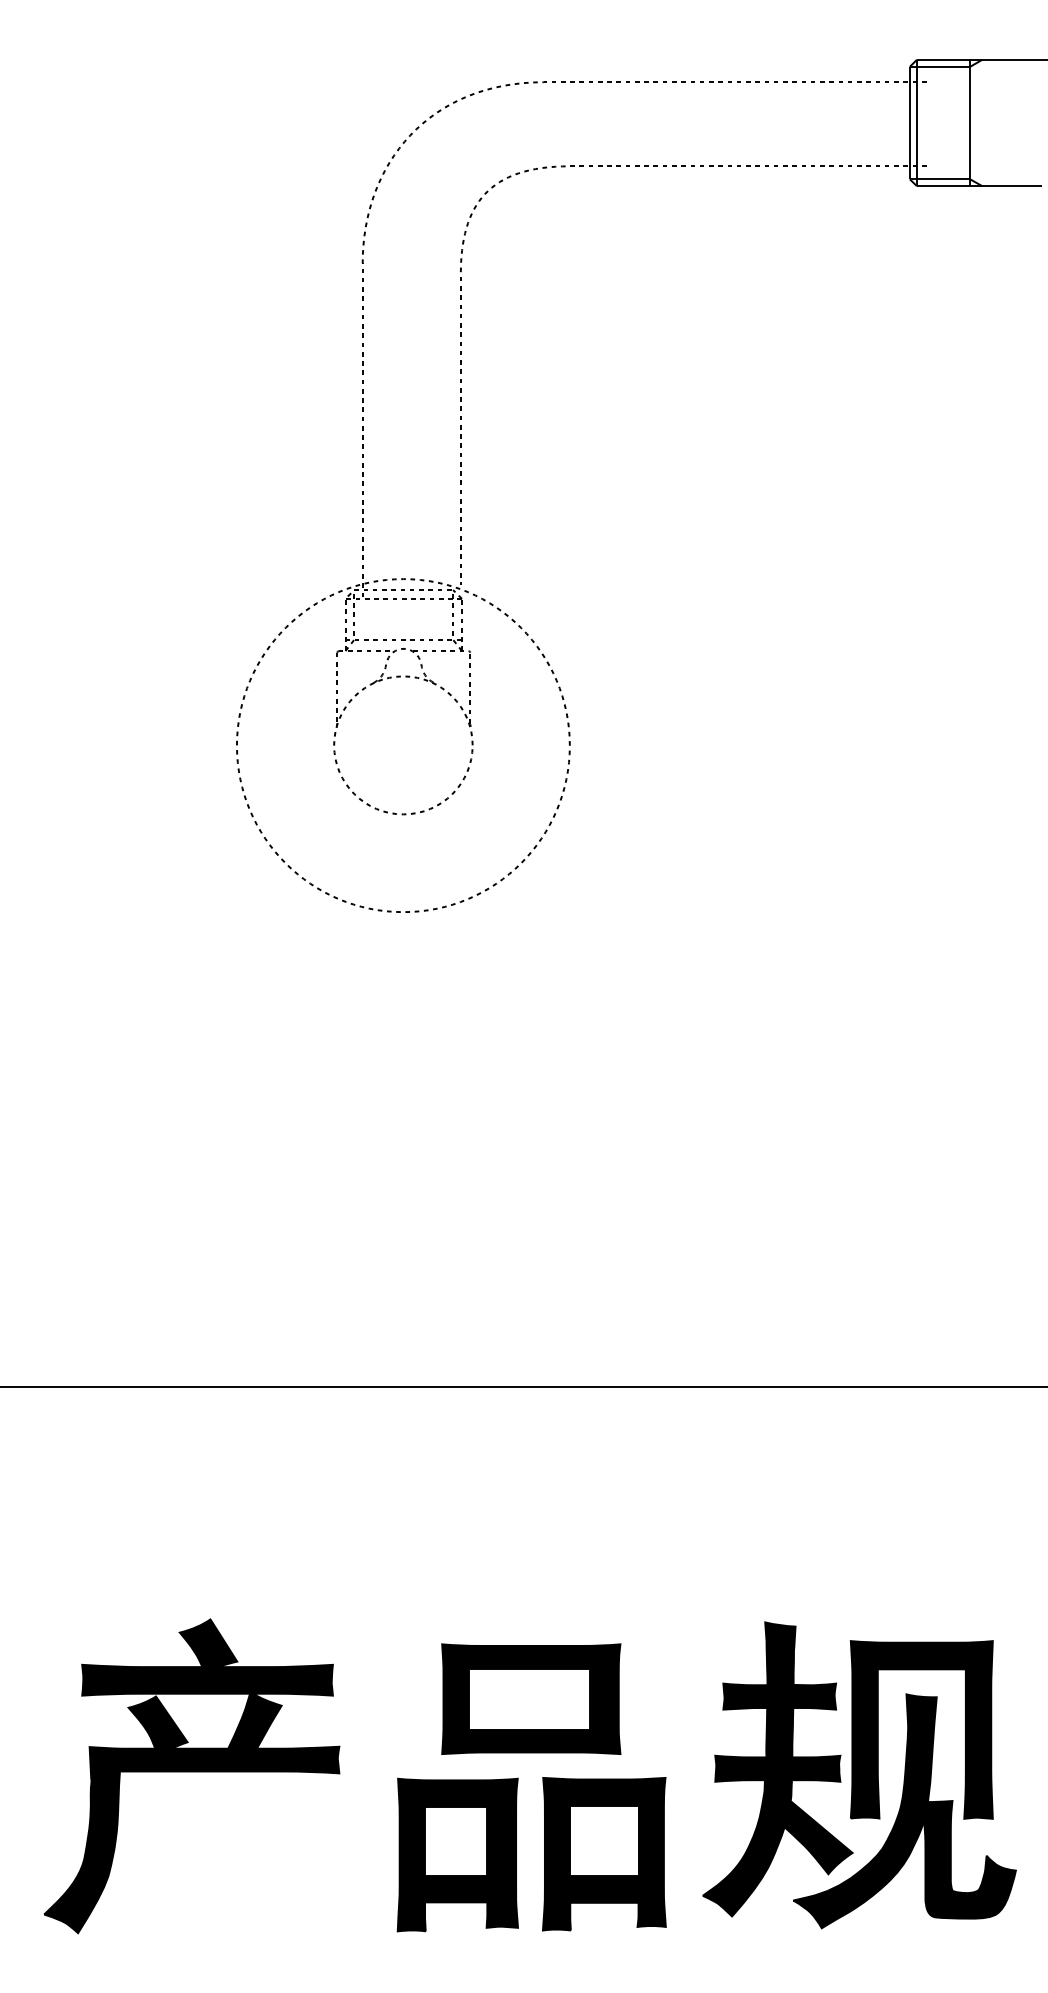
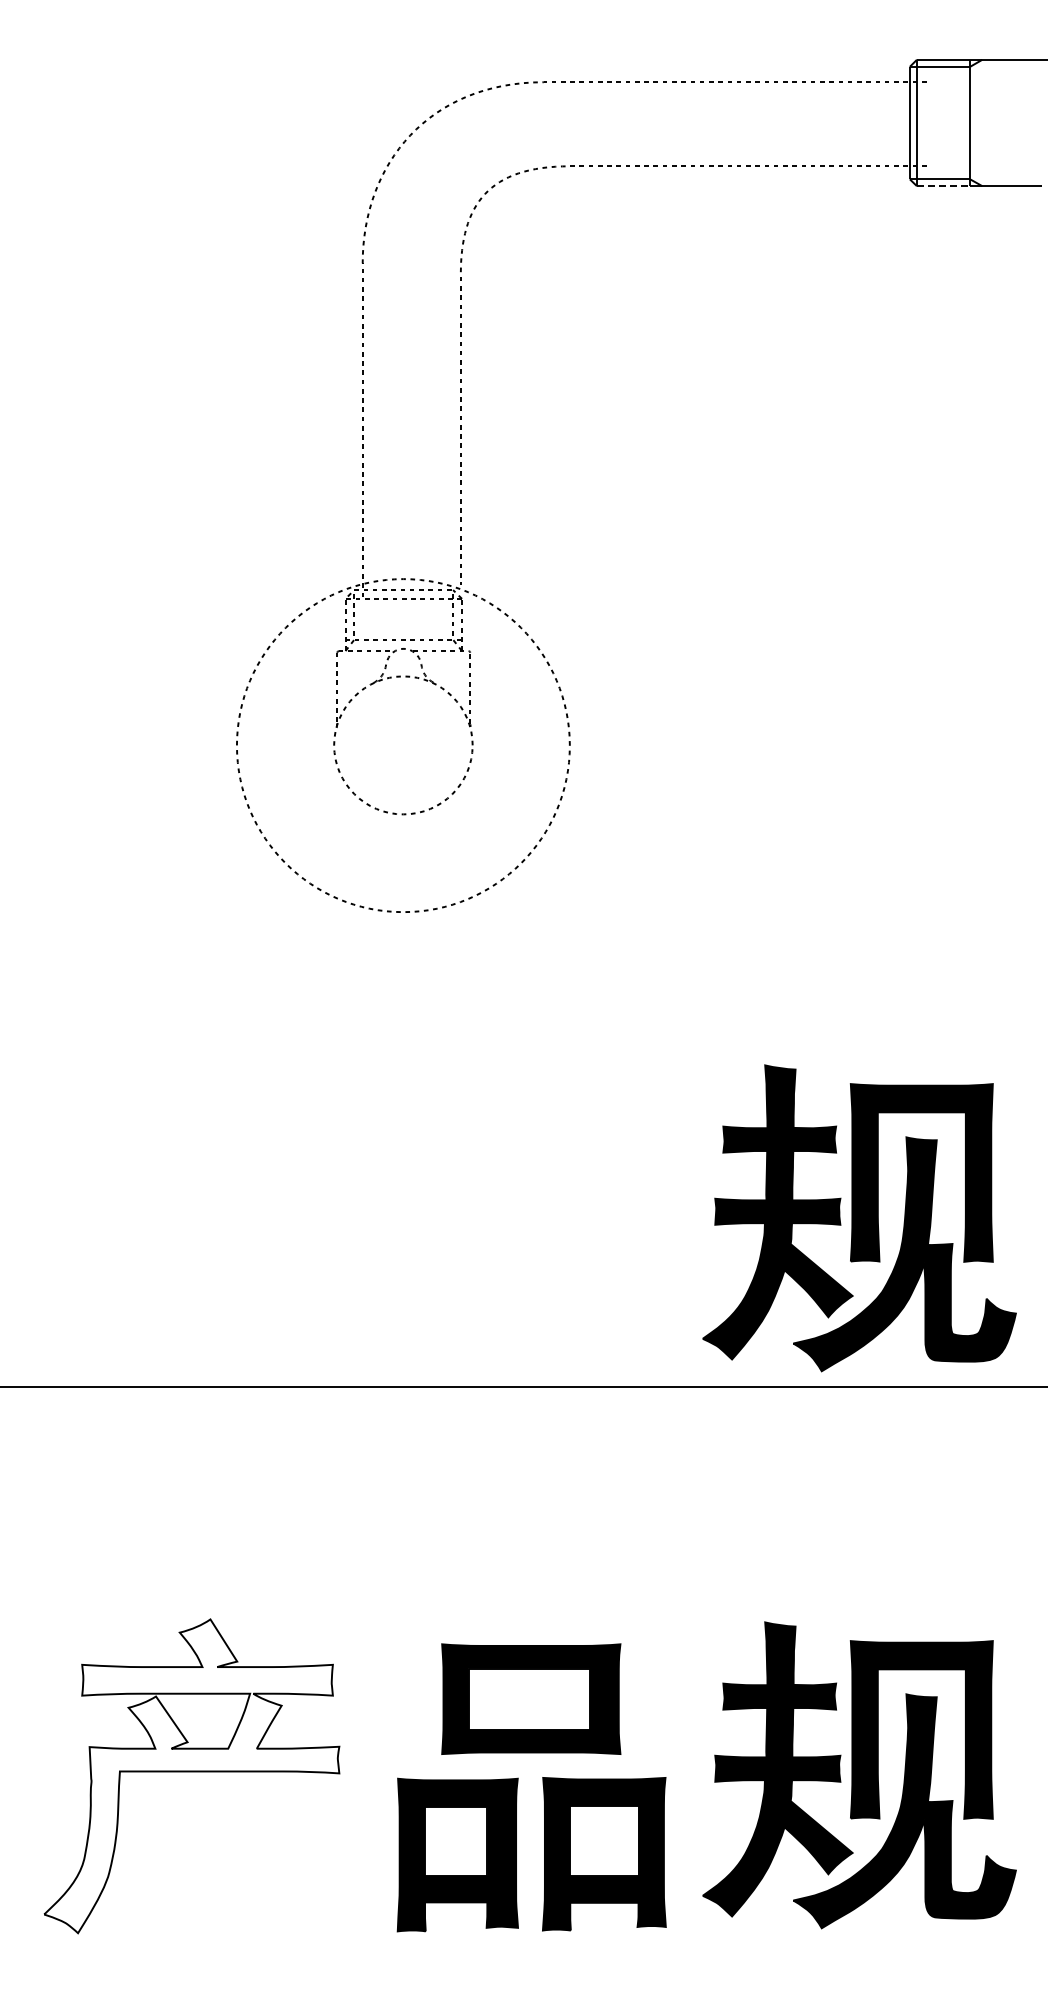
line at (943, 186): solid -> dashed
part at (859, 1218): none -> present
fill at (191, 1776): present -> none
